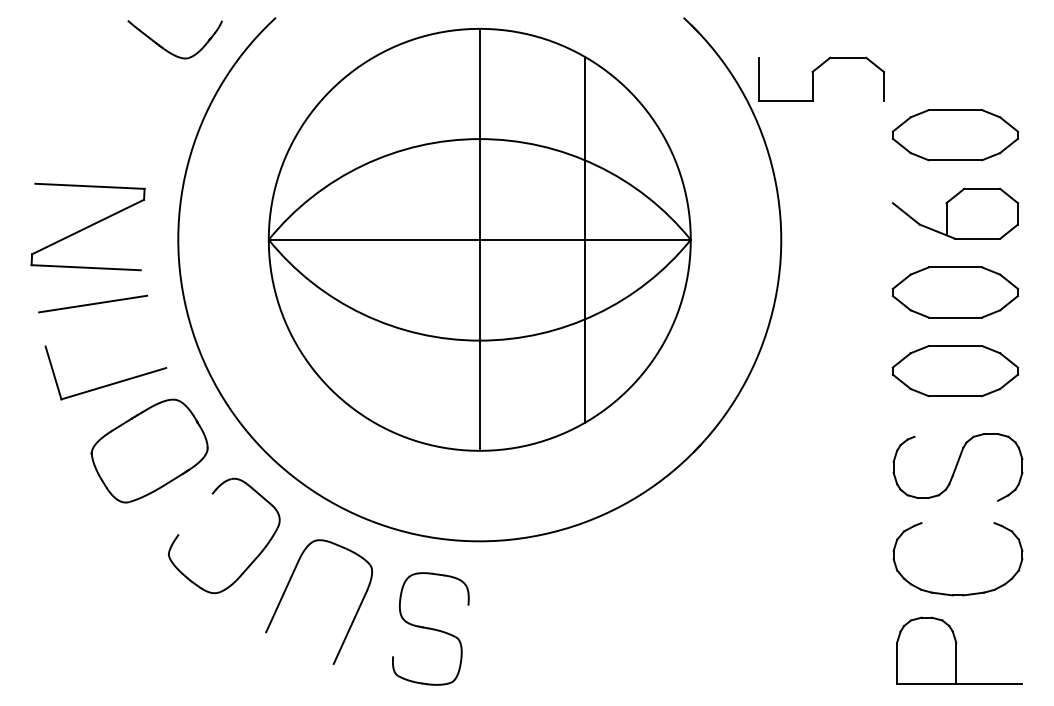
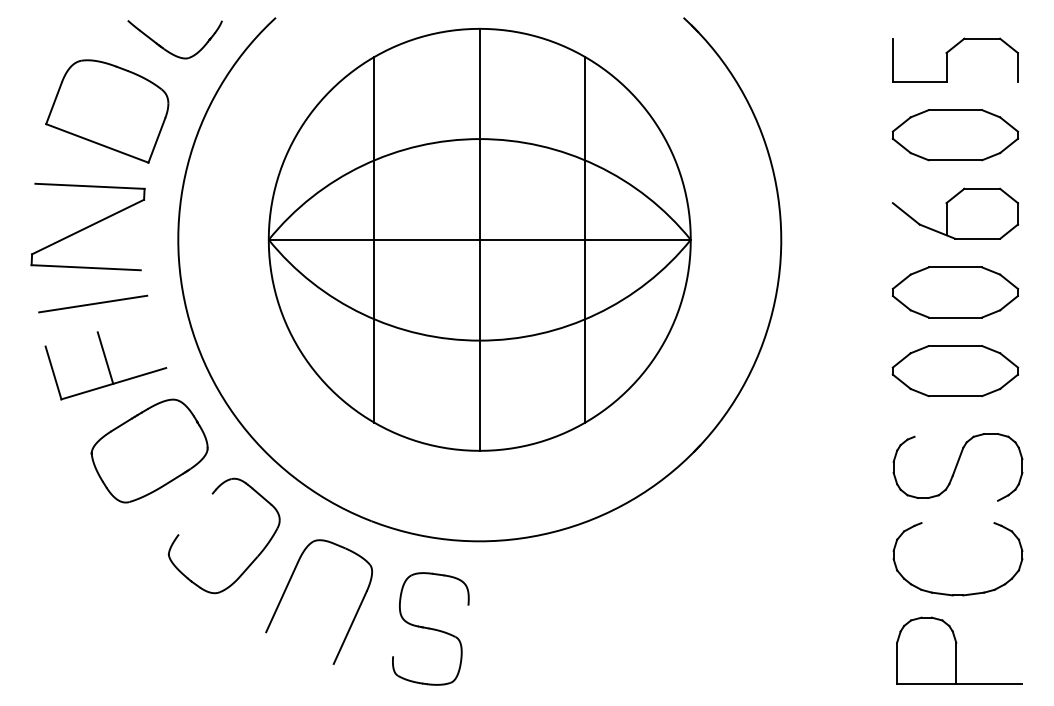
part at (813, 78) position: (813, 78) -> (947, 59)
part at (107, 111): none -> present
line at (374, 239): none -> present
line at (105, 357): none -> present
